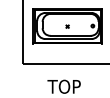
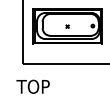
text at (63, 86) position: (63, 86) -> (32, 86)
